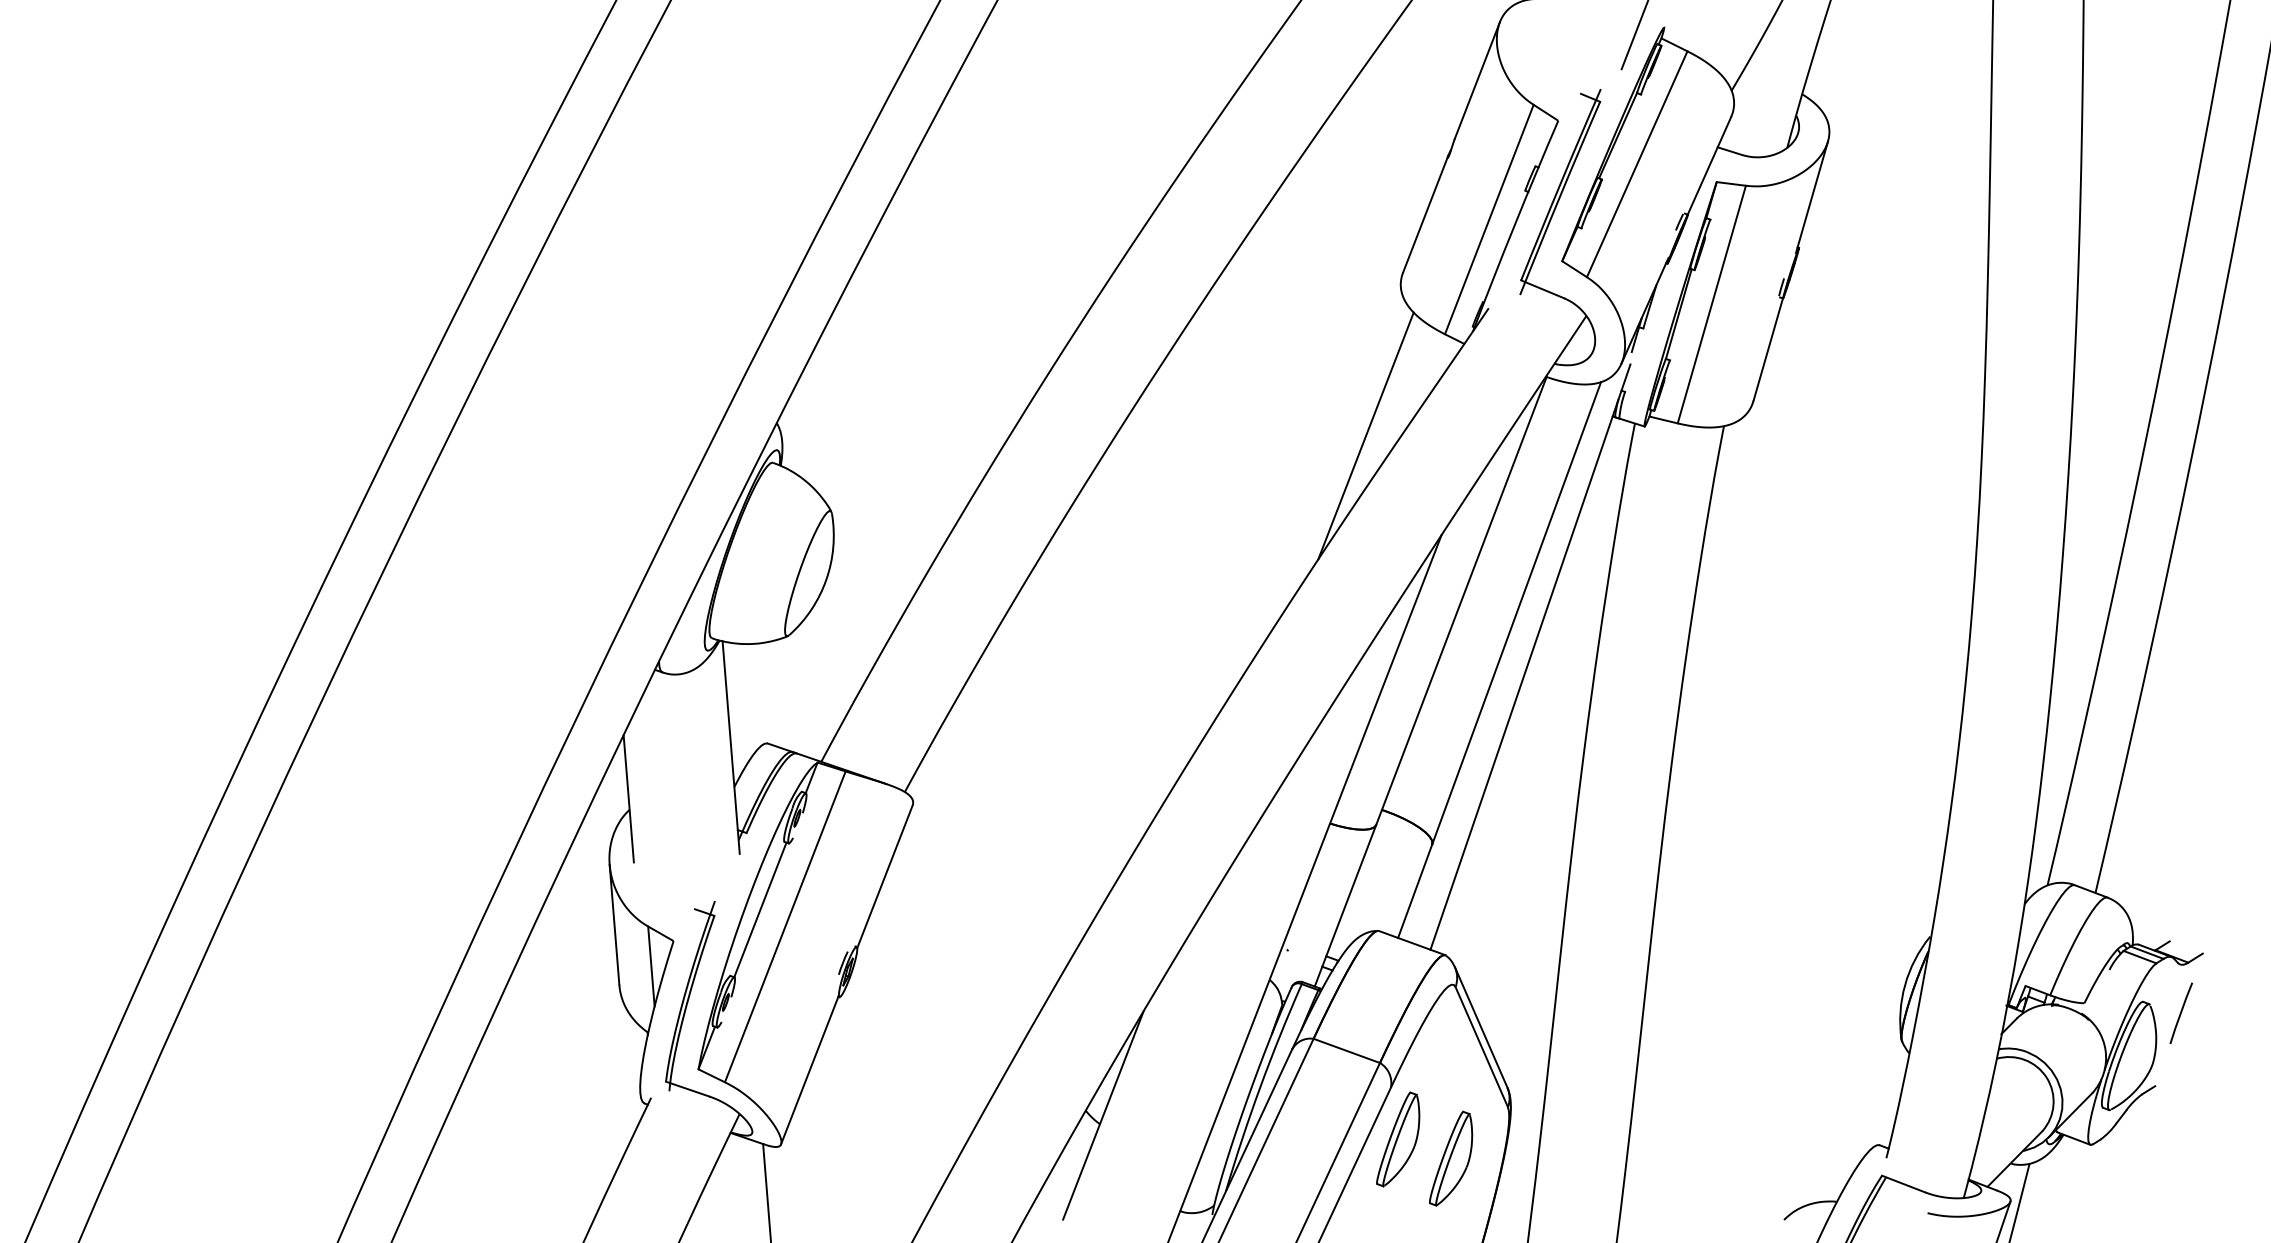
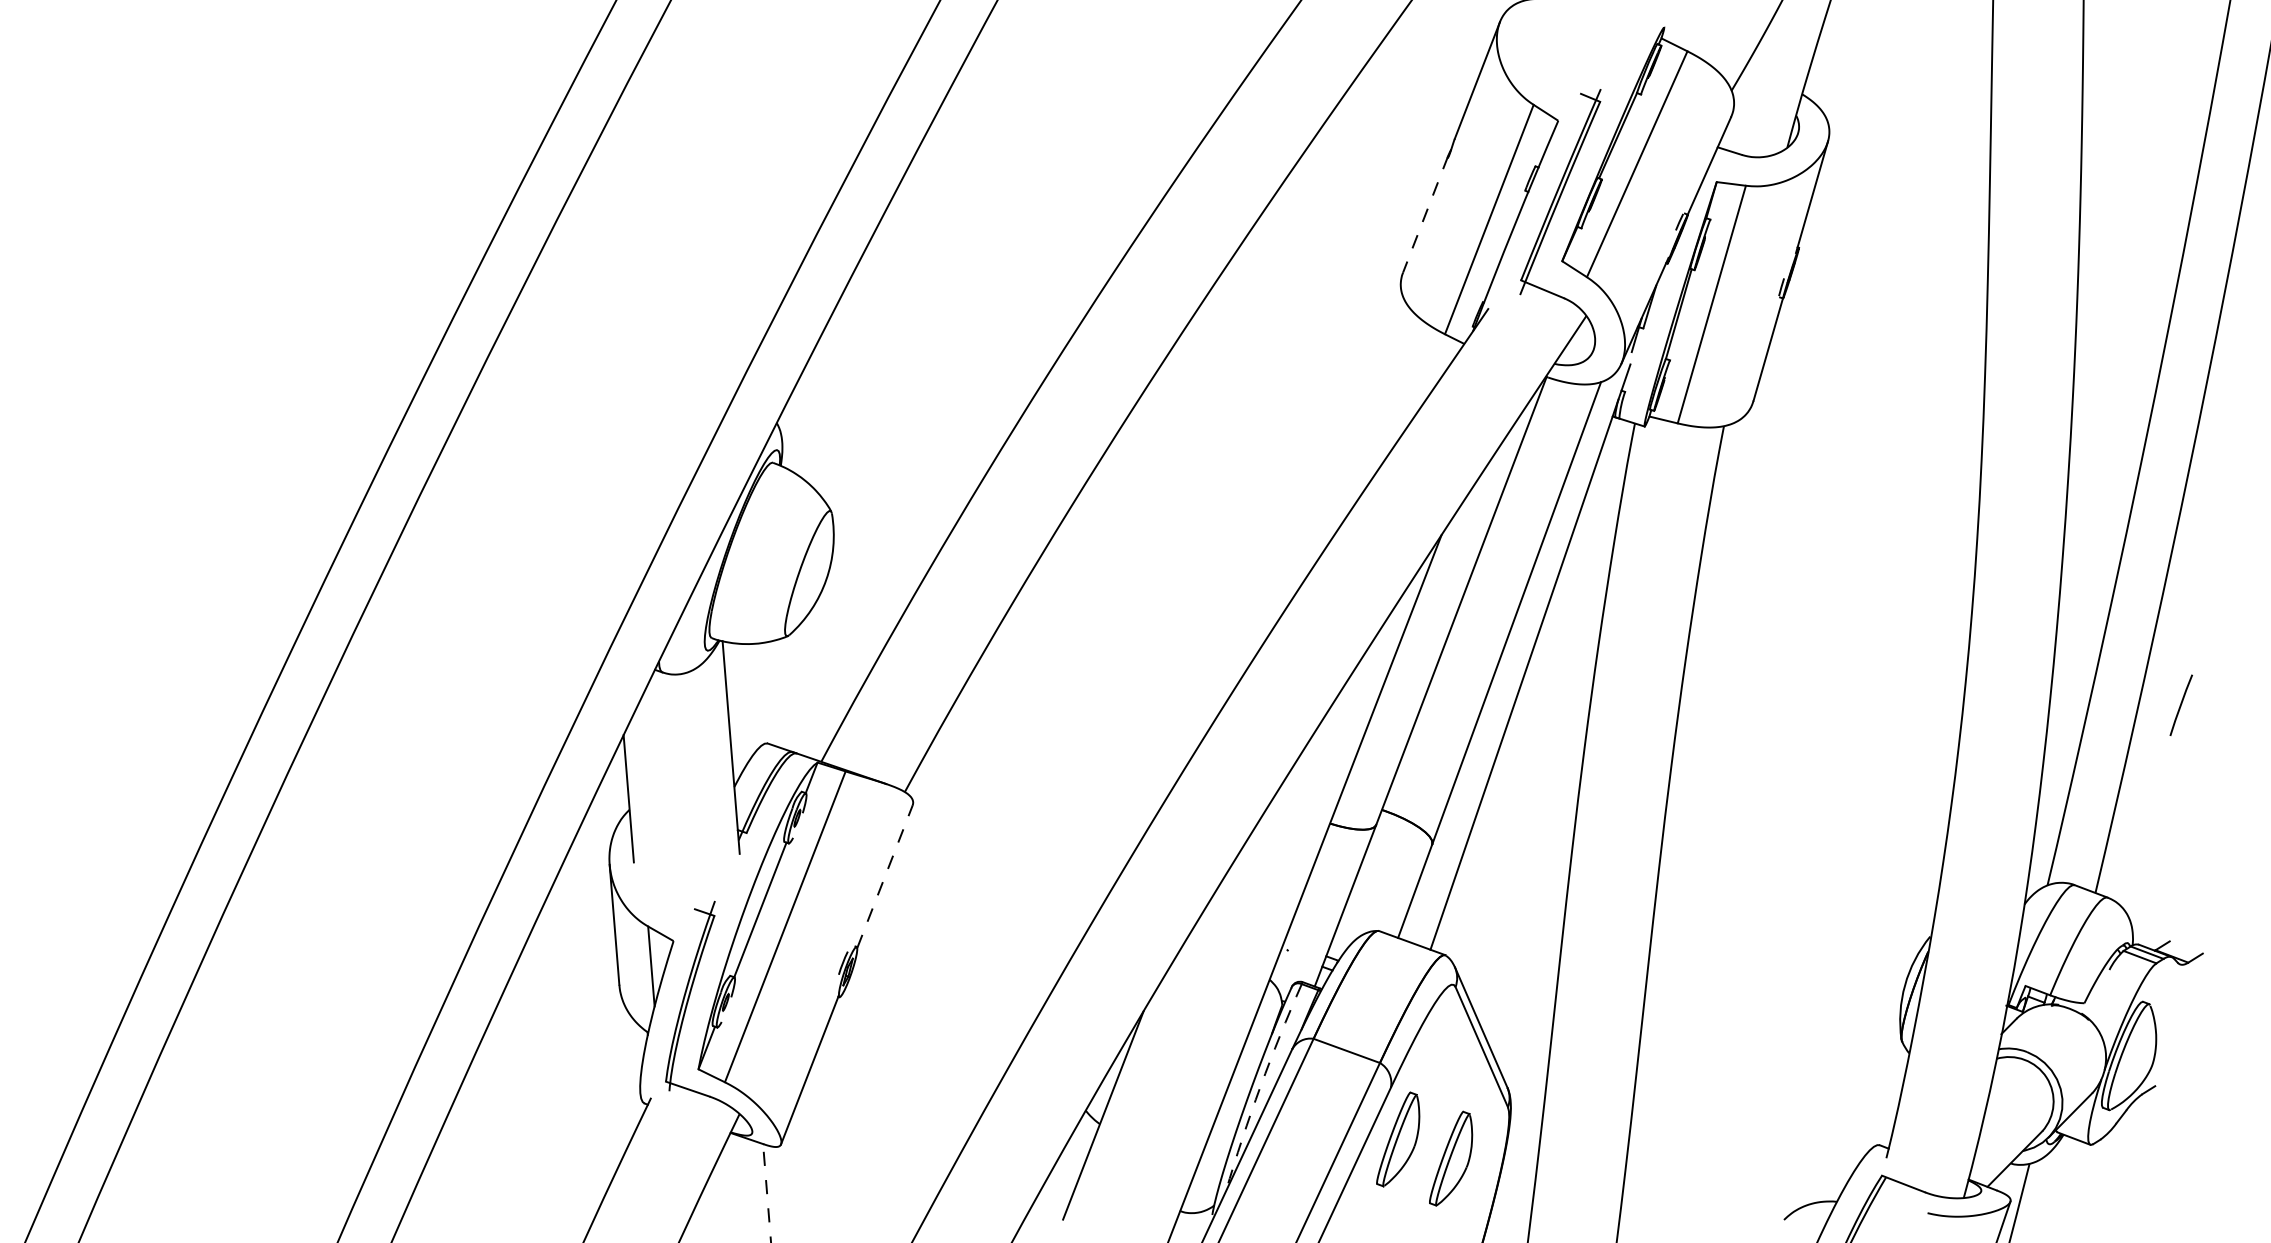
line at (1634, 35): present -> none
line at (1425, 214): solid -> dashed
line at (1365, 435): present -> none
line at (885, 876): solid -> dashed
line at (2180, 1012) position: (2180, 1012) -> (2180, 704)
arc at (1260, 1086): solid -> dashed
line at (767, 1192): solid -> dashed
